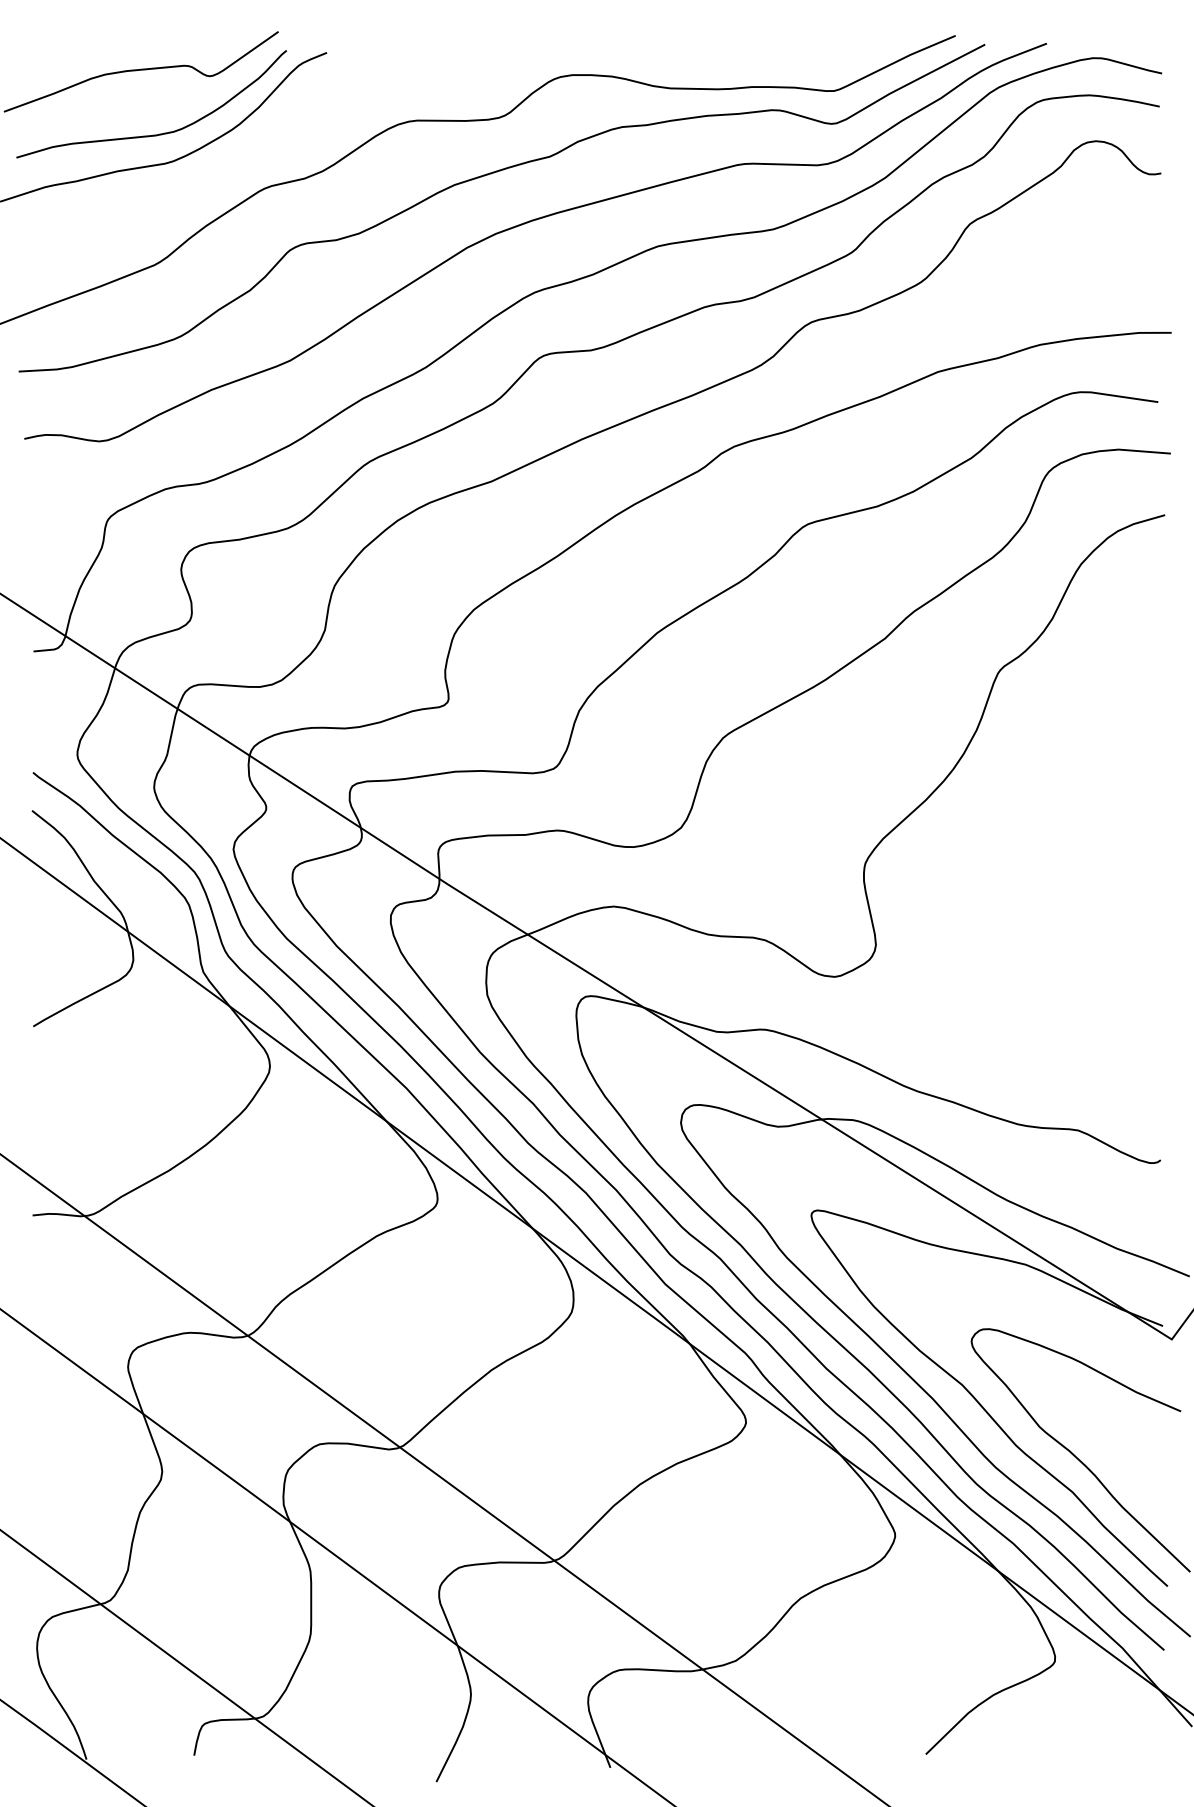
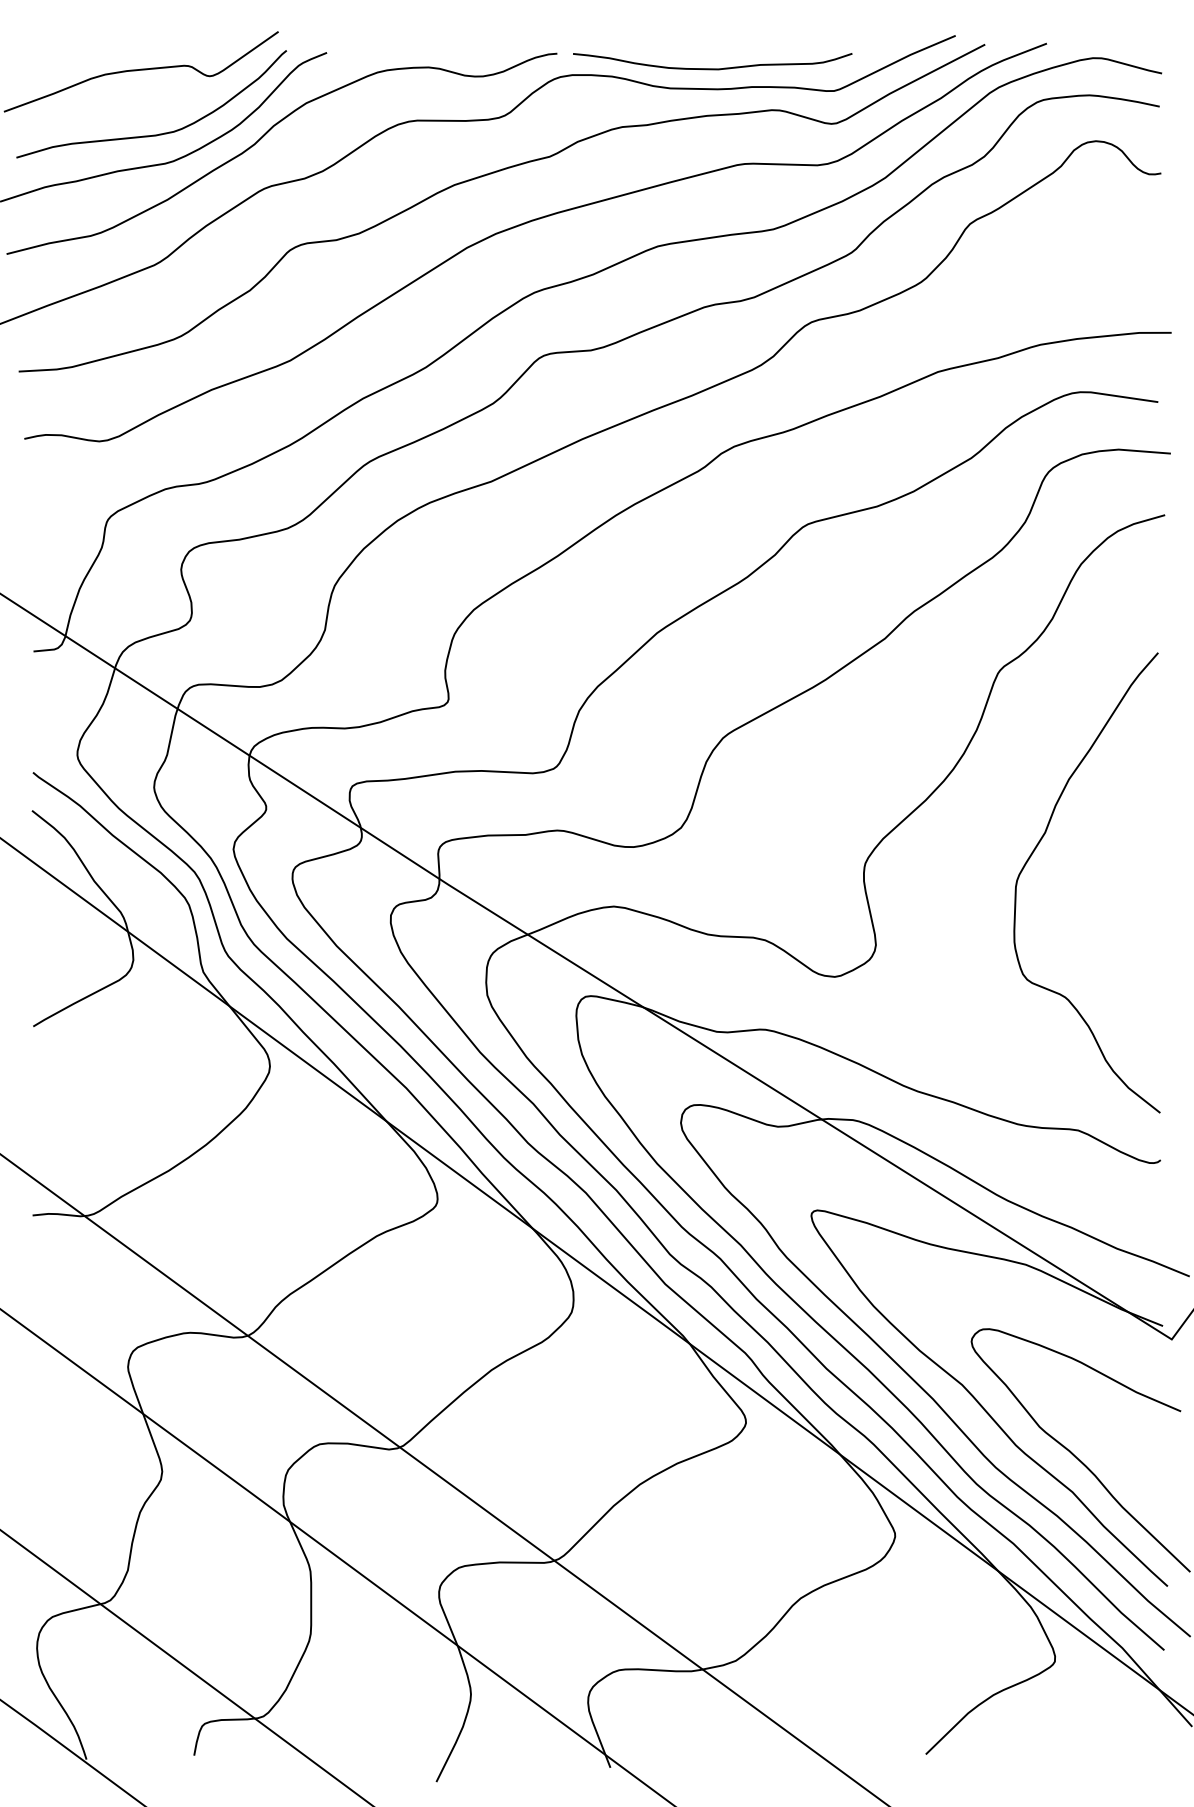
curve at (712, 68): none -> present
curve at (264, 136): none -> present
curve at (1035, 850): none -> present
